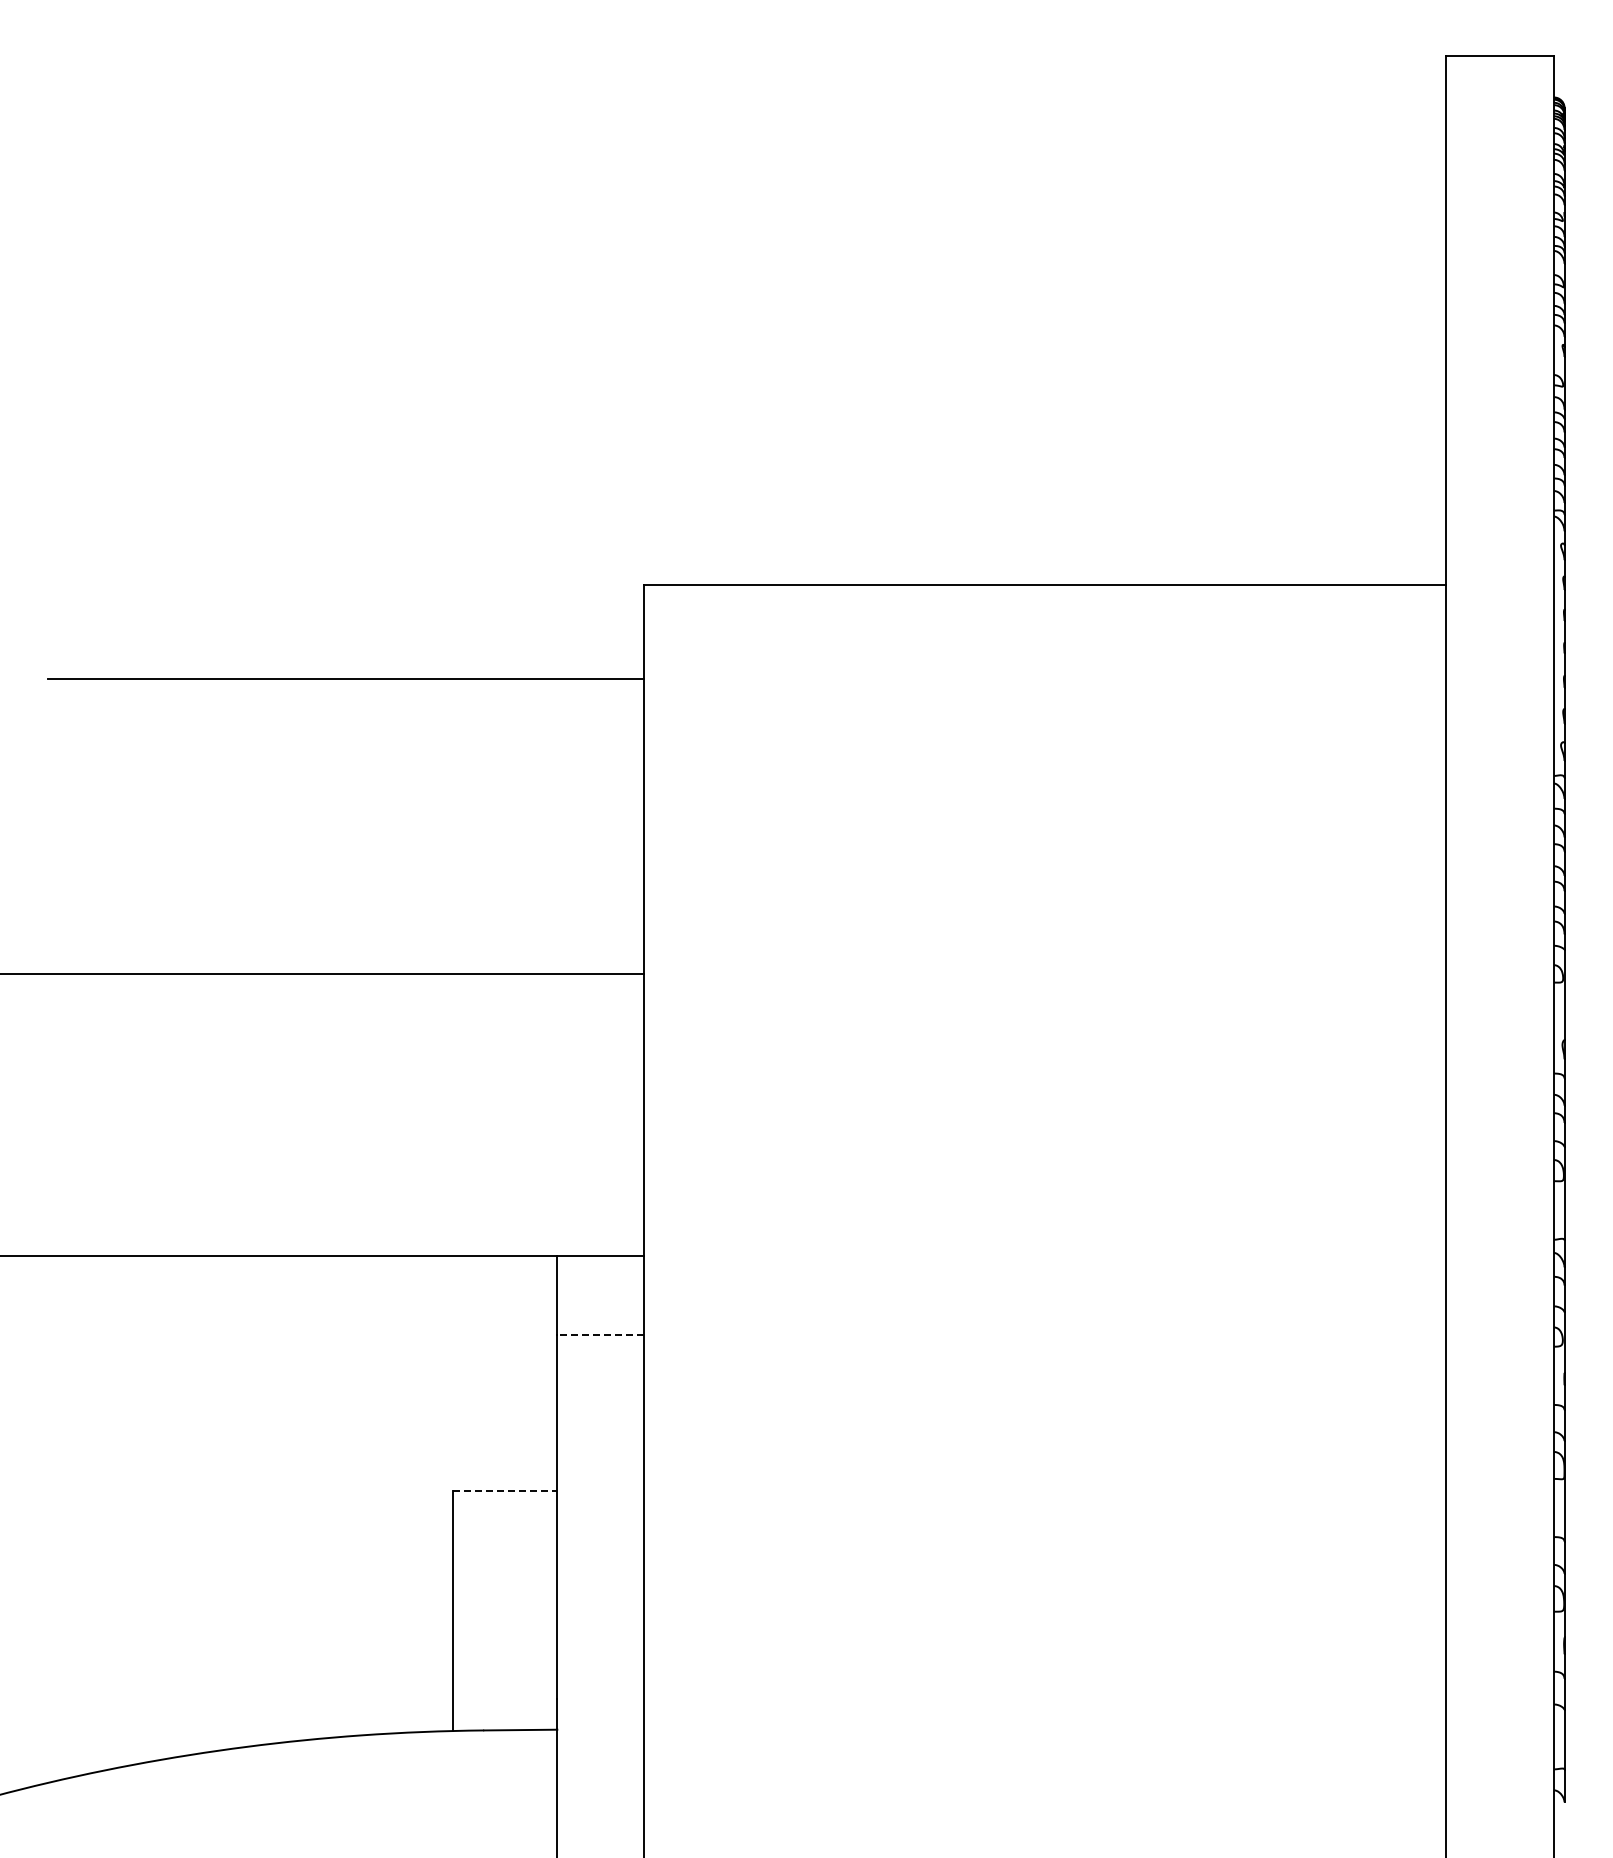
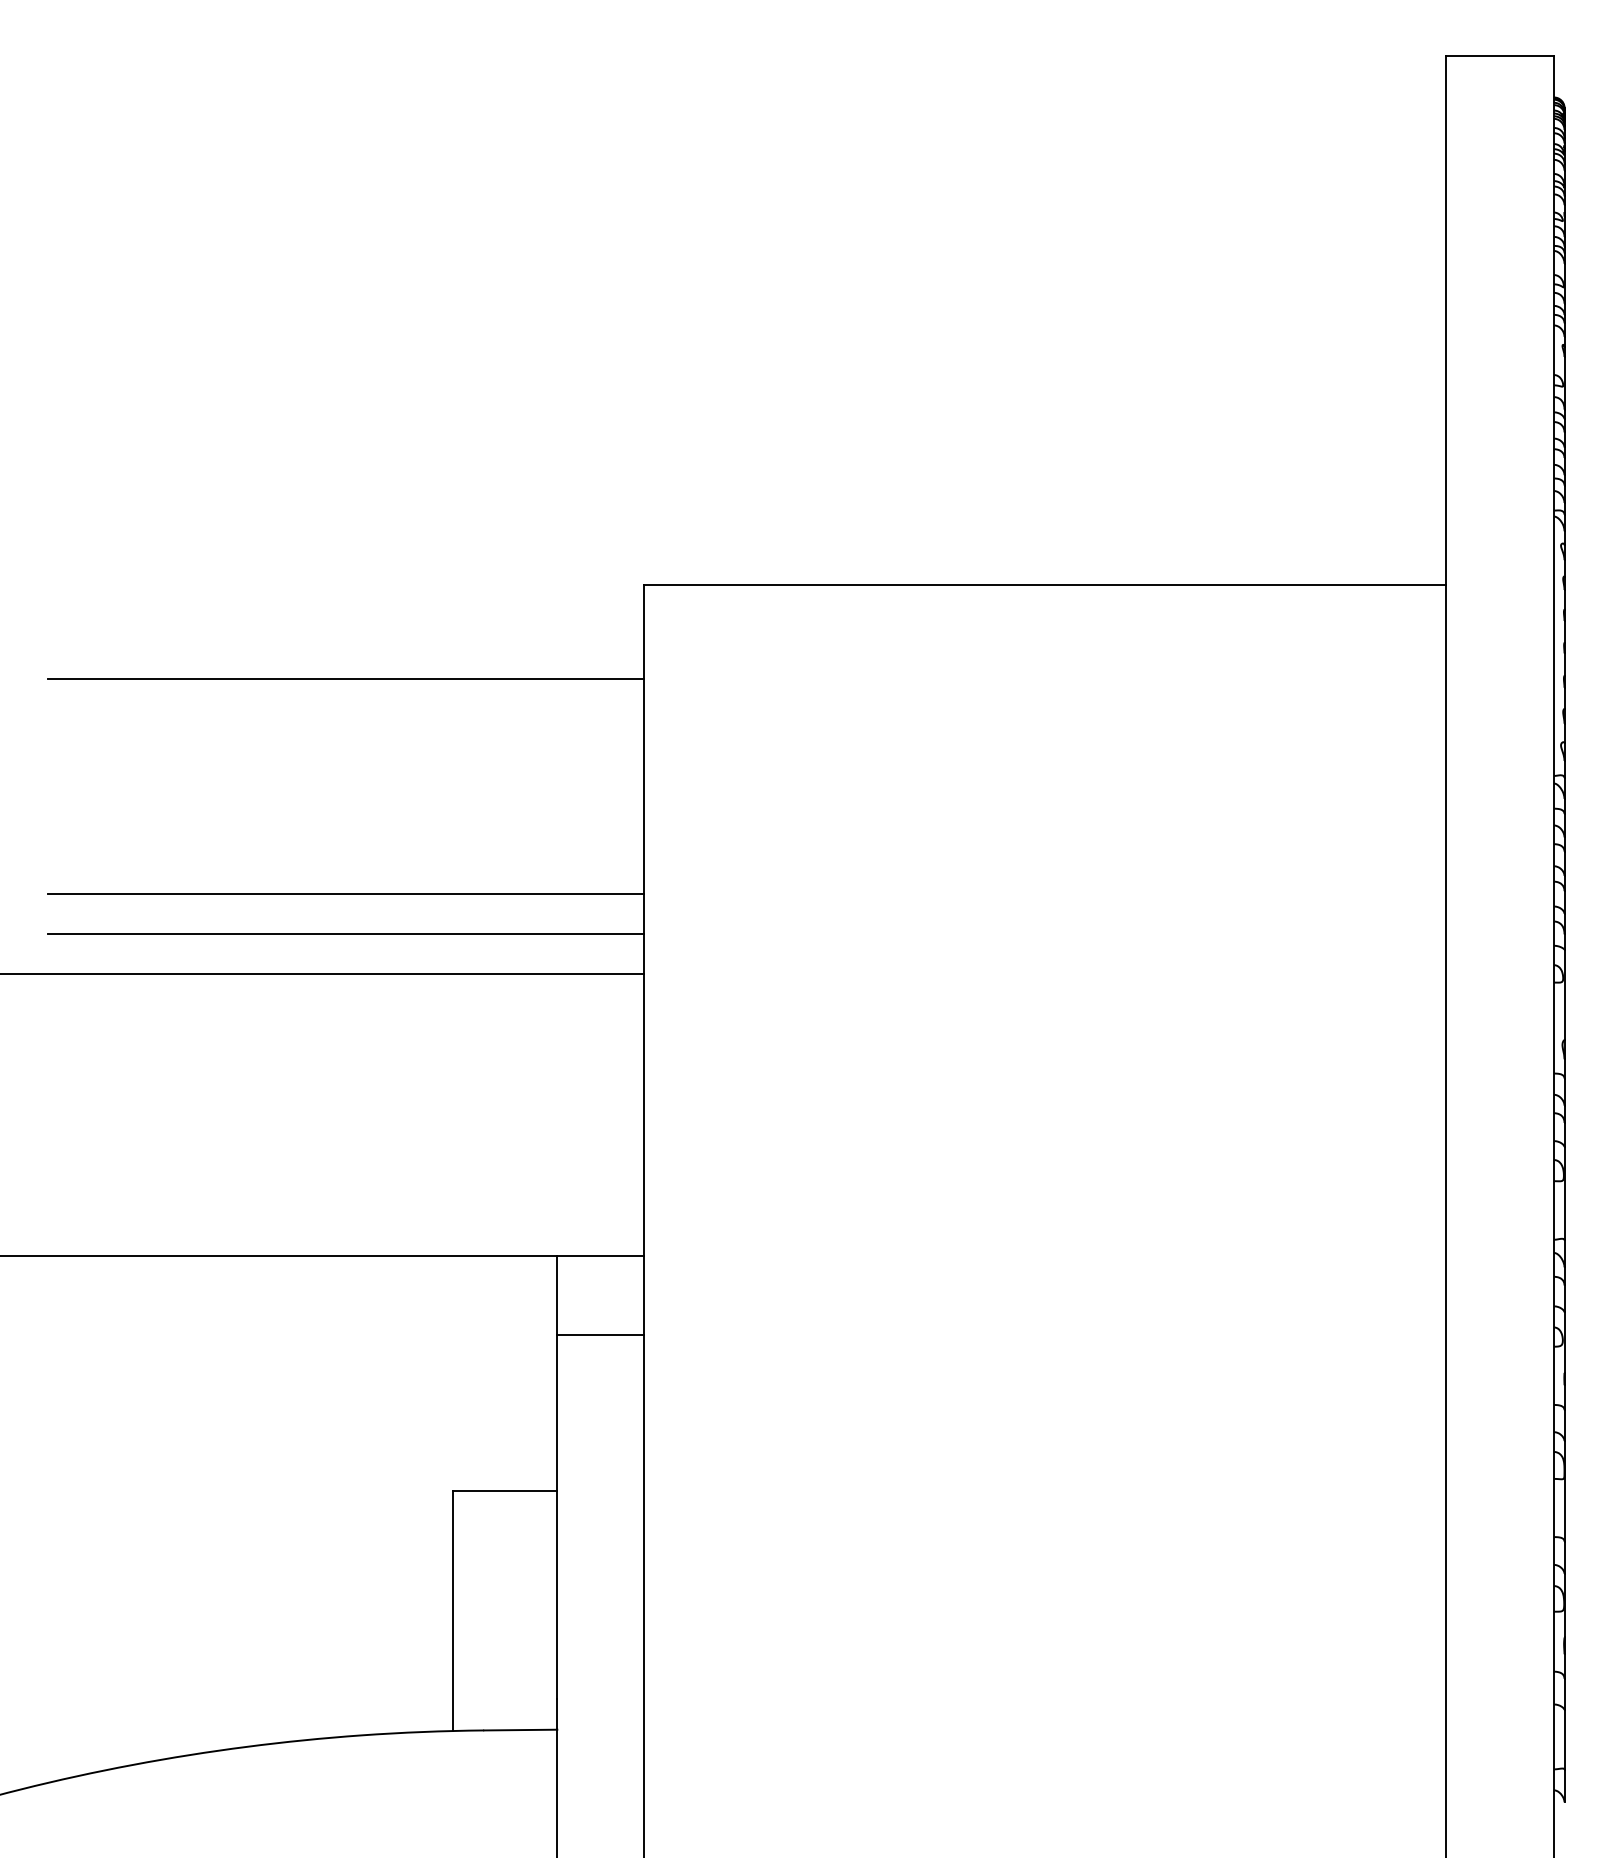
line at (346, 893): none -> present
line at (346, 933): none -> present
line at (600, 1334): dashed -> solid
line at (505, 1491): dashed -> solid
